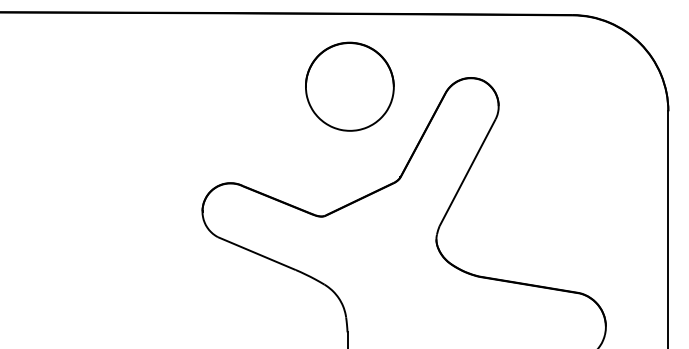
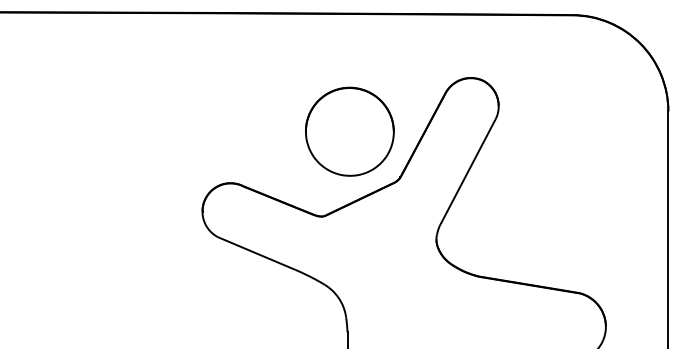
part at (349, 86) position: (349, 86) -> (349, 131)
